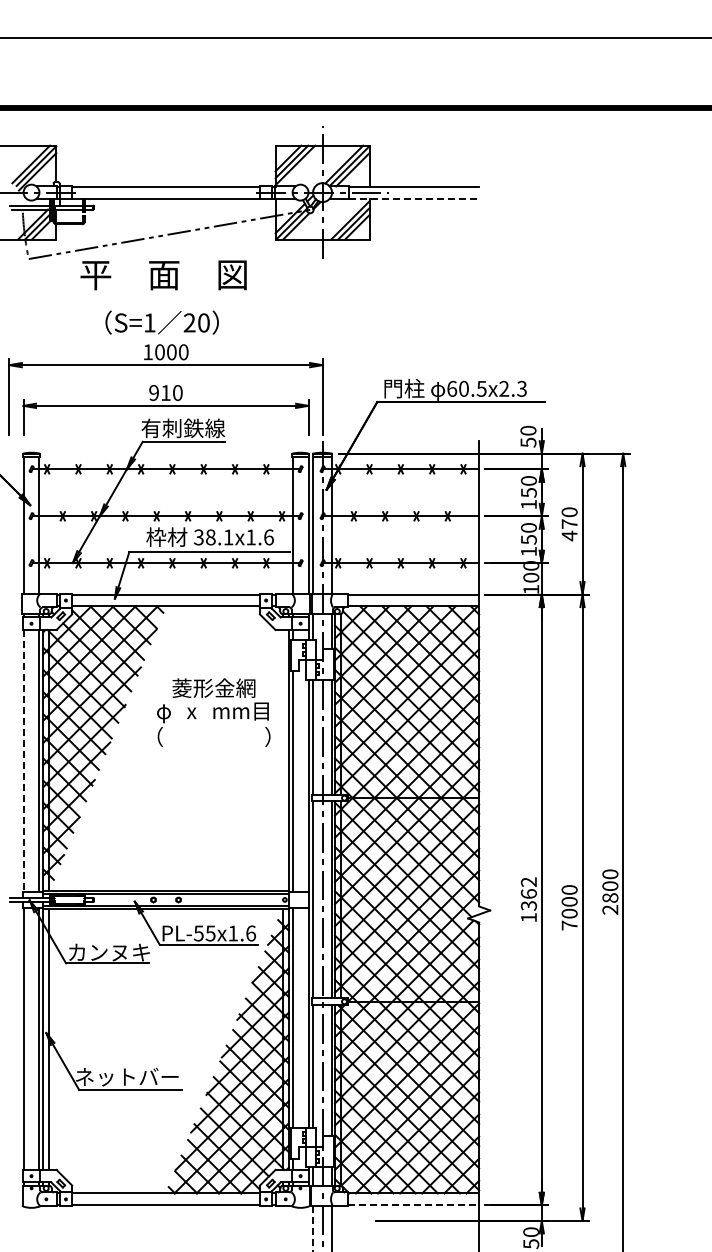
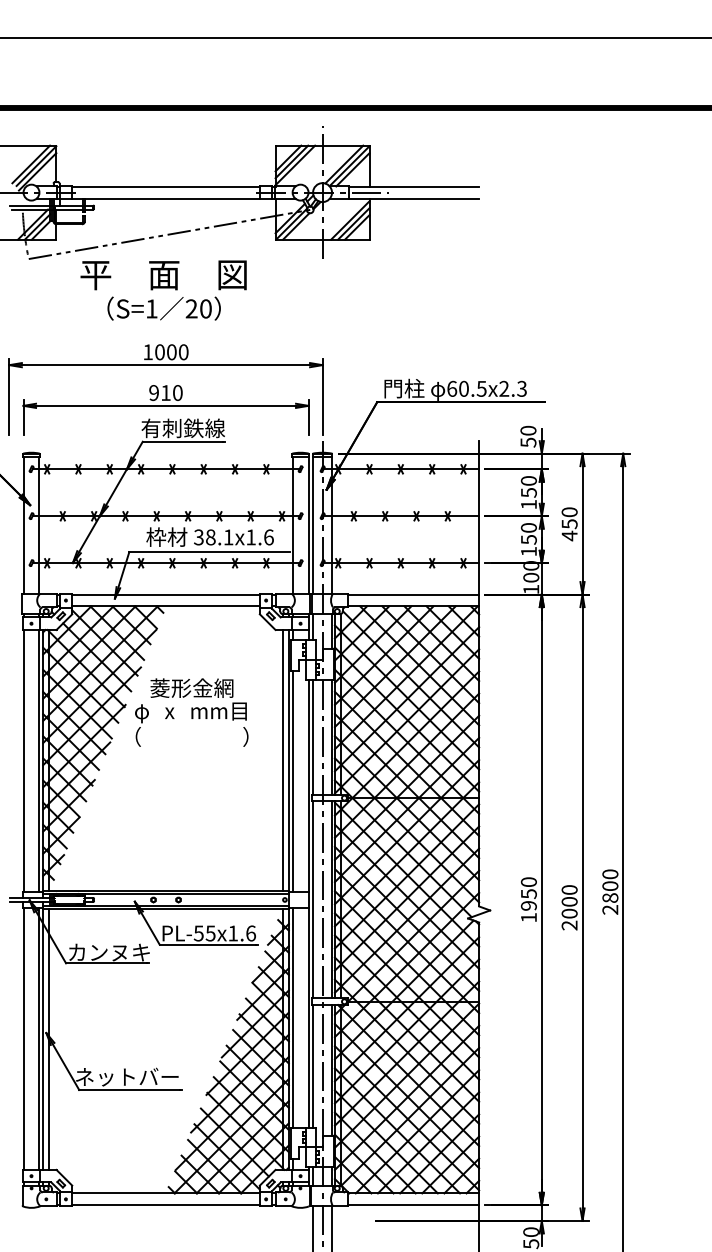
line at (414, 198): dashed -> solid
text at (161, 322) position: (161, 322) -> (163, 308)
text at (569, 524): 470 -> 450
text at (213, 712) position: (213, 712) -> (191, 712)
line at (282, 760): none -> present
line at (23, 761): dashed -> solid
text at (528, 893): 1362 -> 1950
text at (569, 925): 7000 -> 2000
line at (413, 1205): dashed -> solid
line at (313, 1229): dashed -> solid
